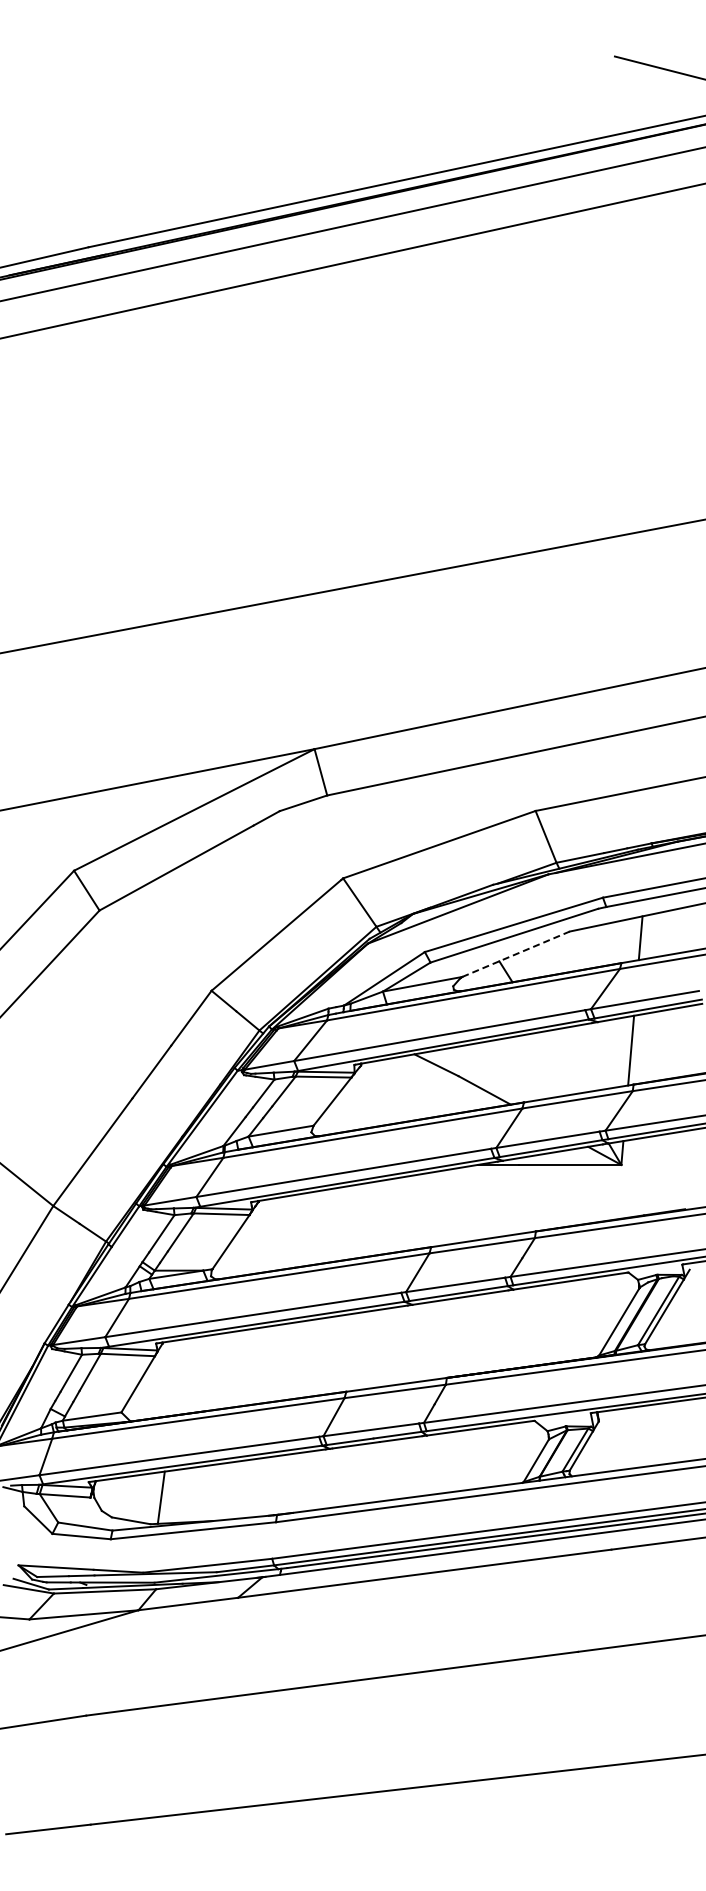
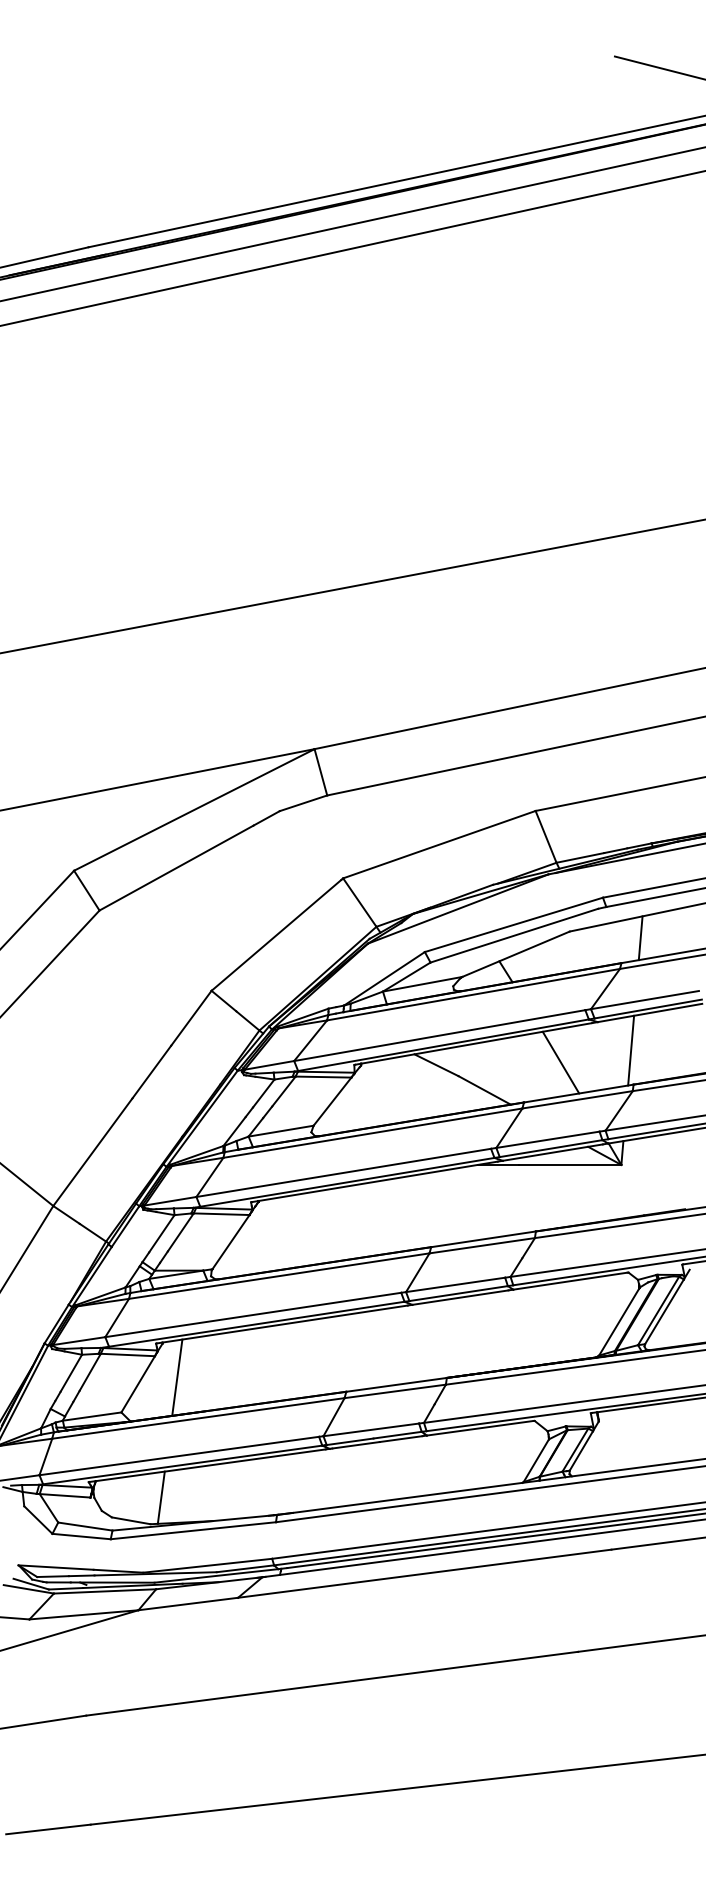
line at (352, 261) position: (352, 261) -> (352, 248)
line at (516, 954): dashed -> solid
line at (560, 1062): none -> present
line at (177, 1377): none -> present
